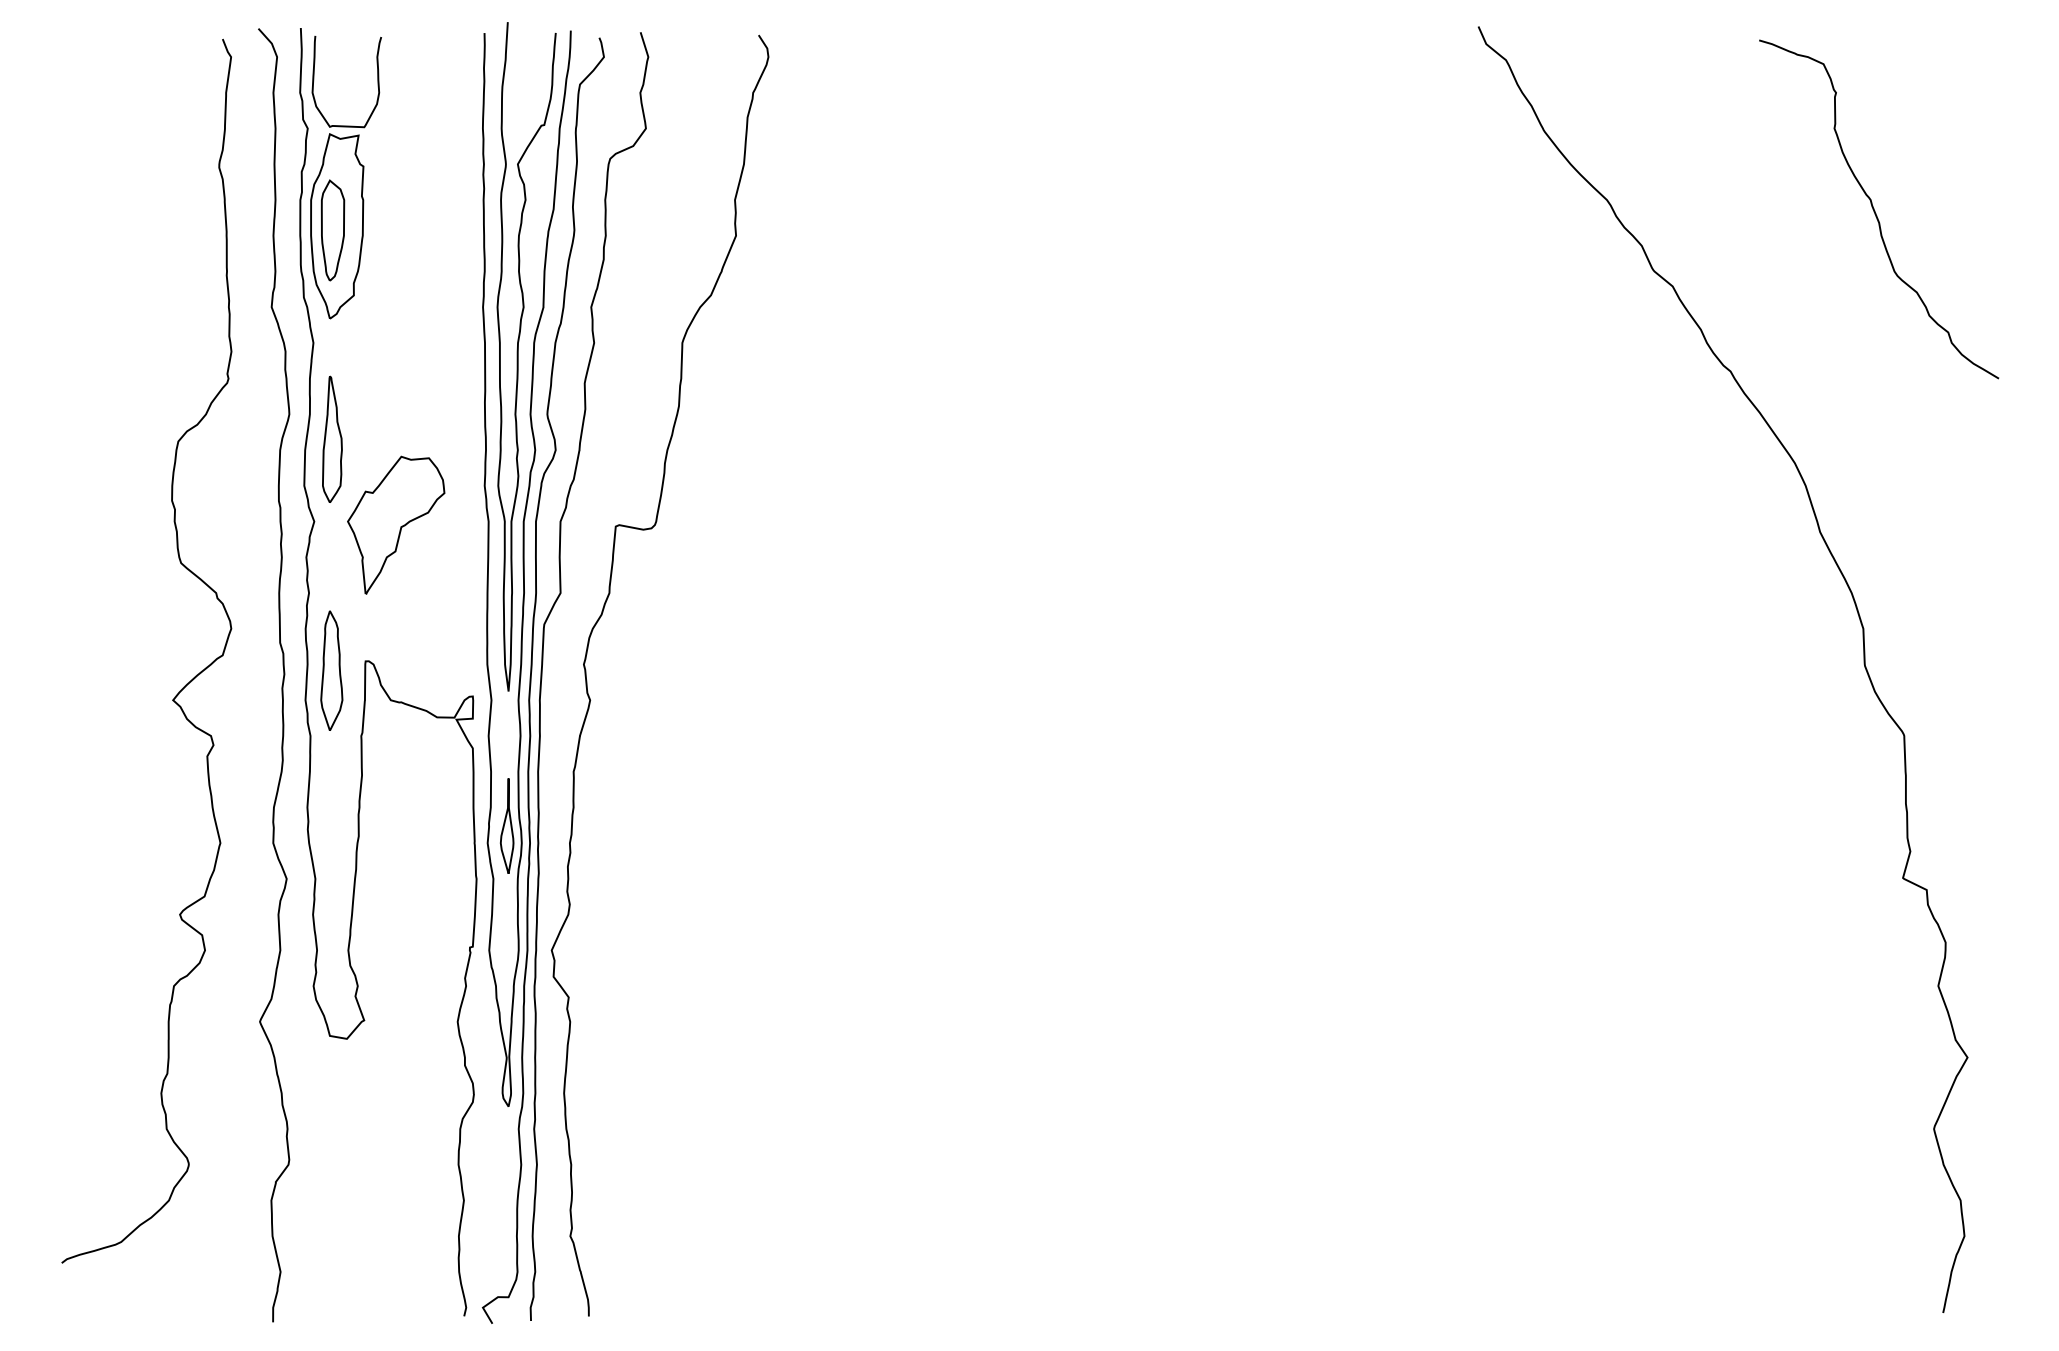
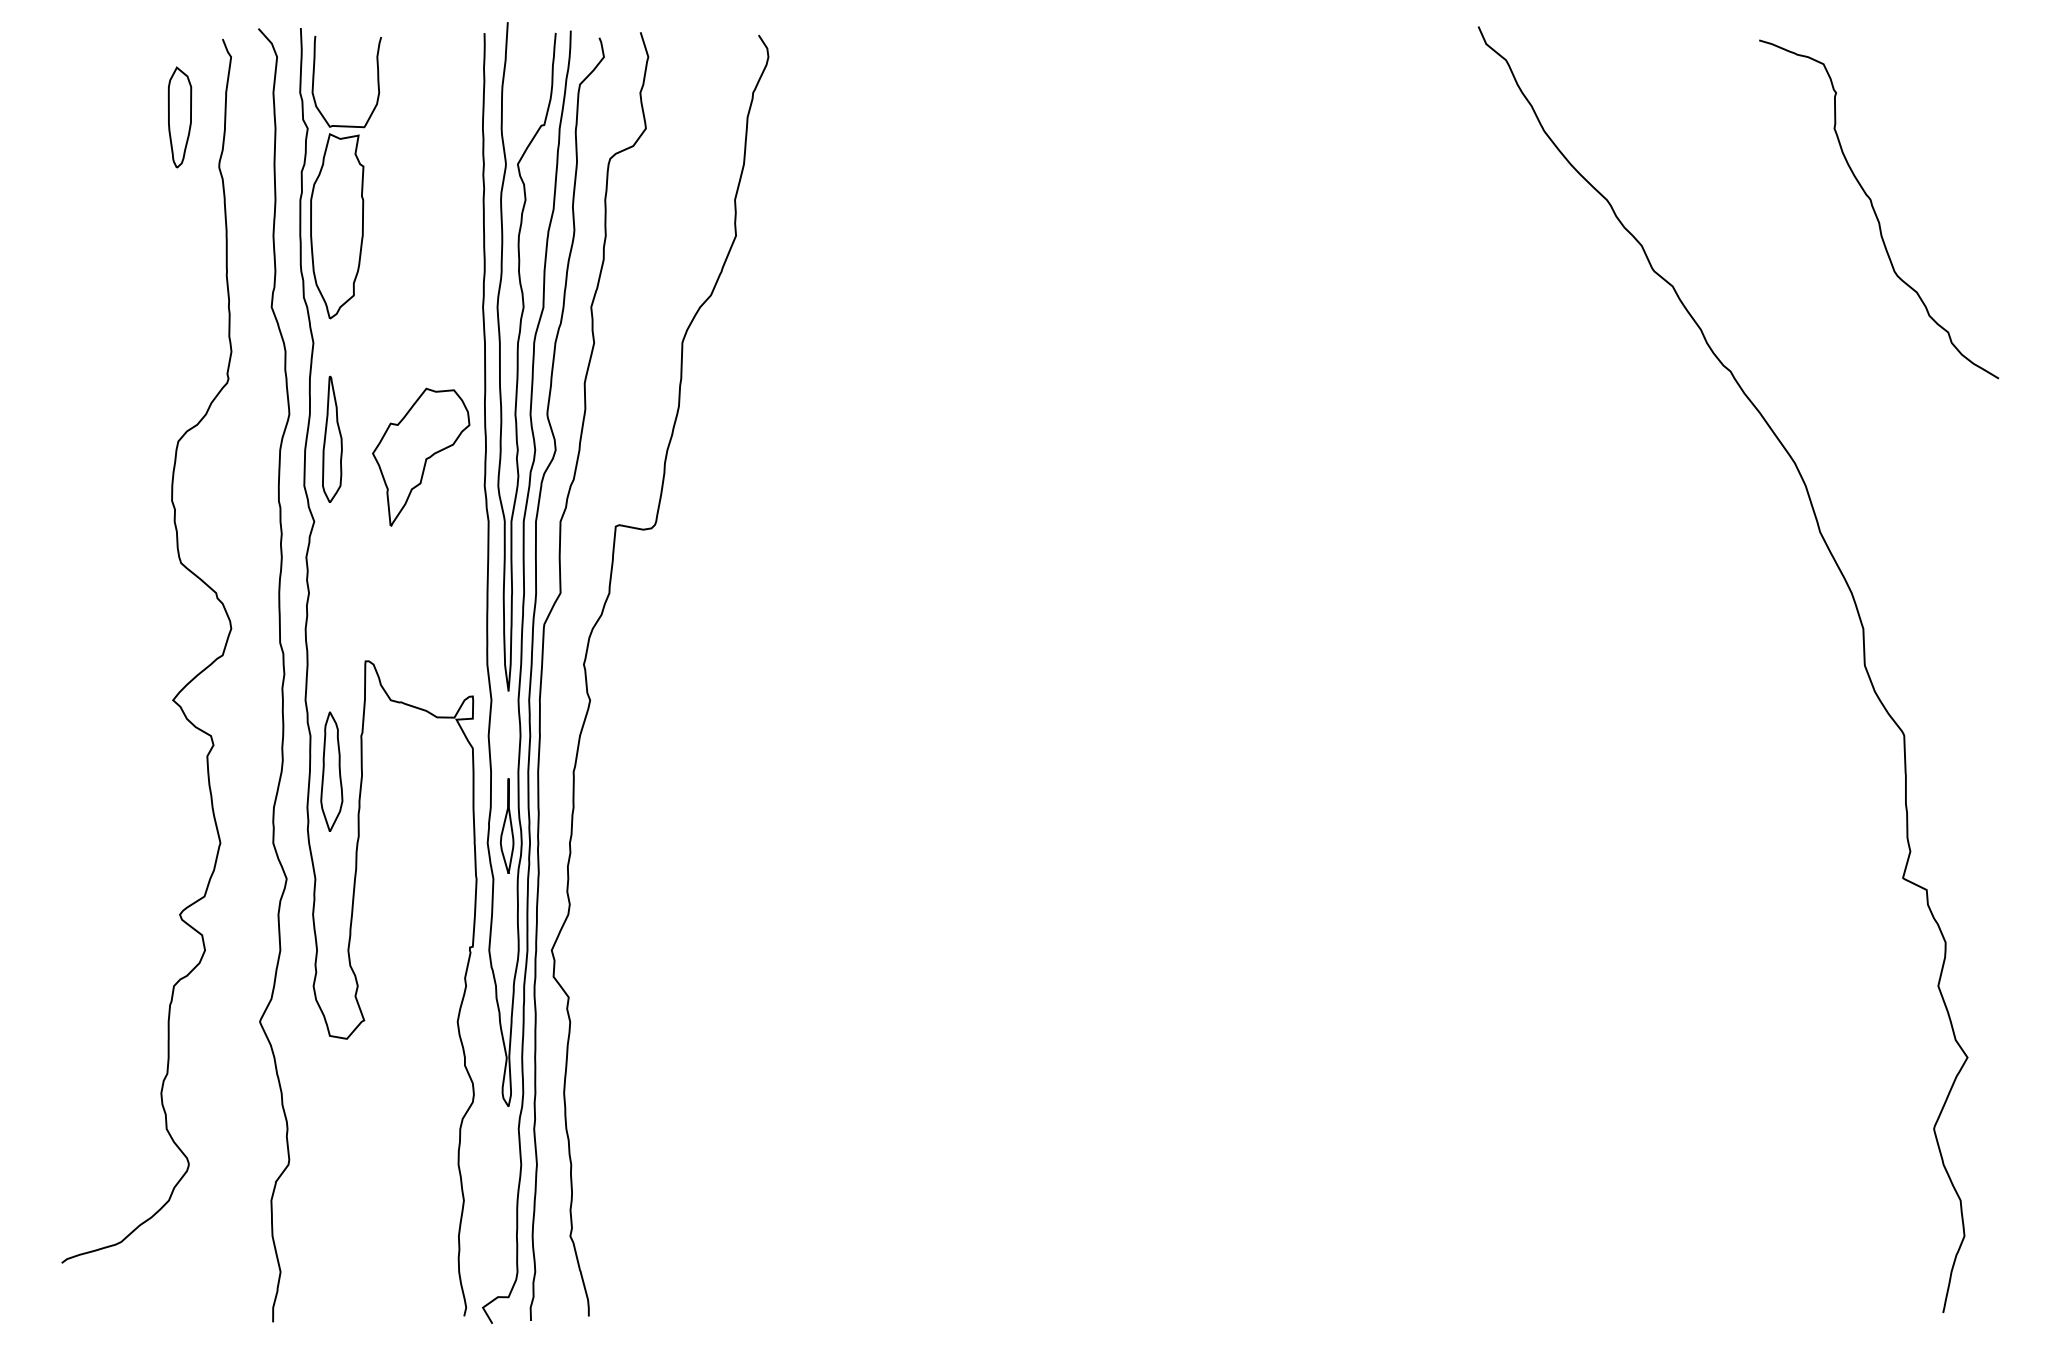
part at (332, 230) position: (332, 230) -> (179, 117)
part at (396, 524) position: (396, 524) -> (421, 456)
part at (331, 670) position: (331, 670) -> (331, 771)
